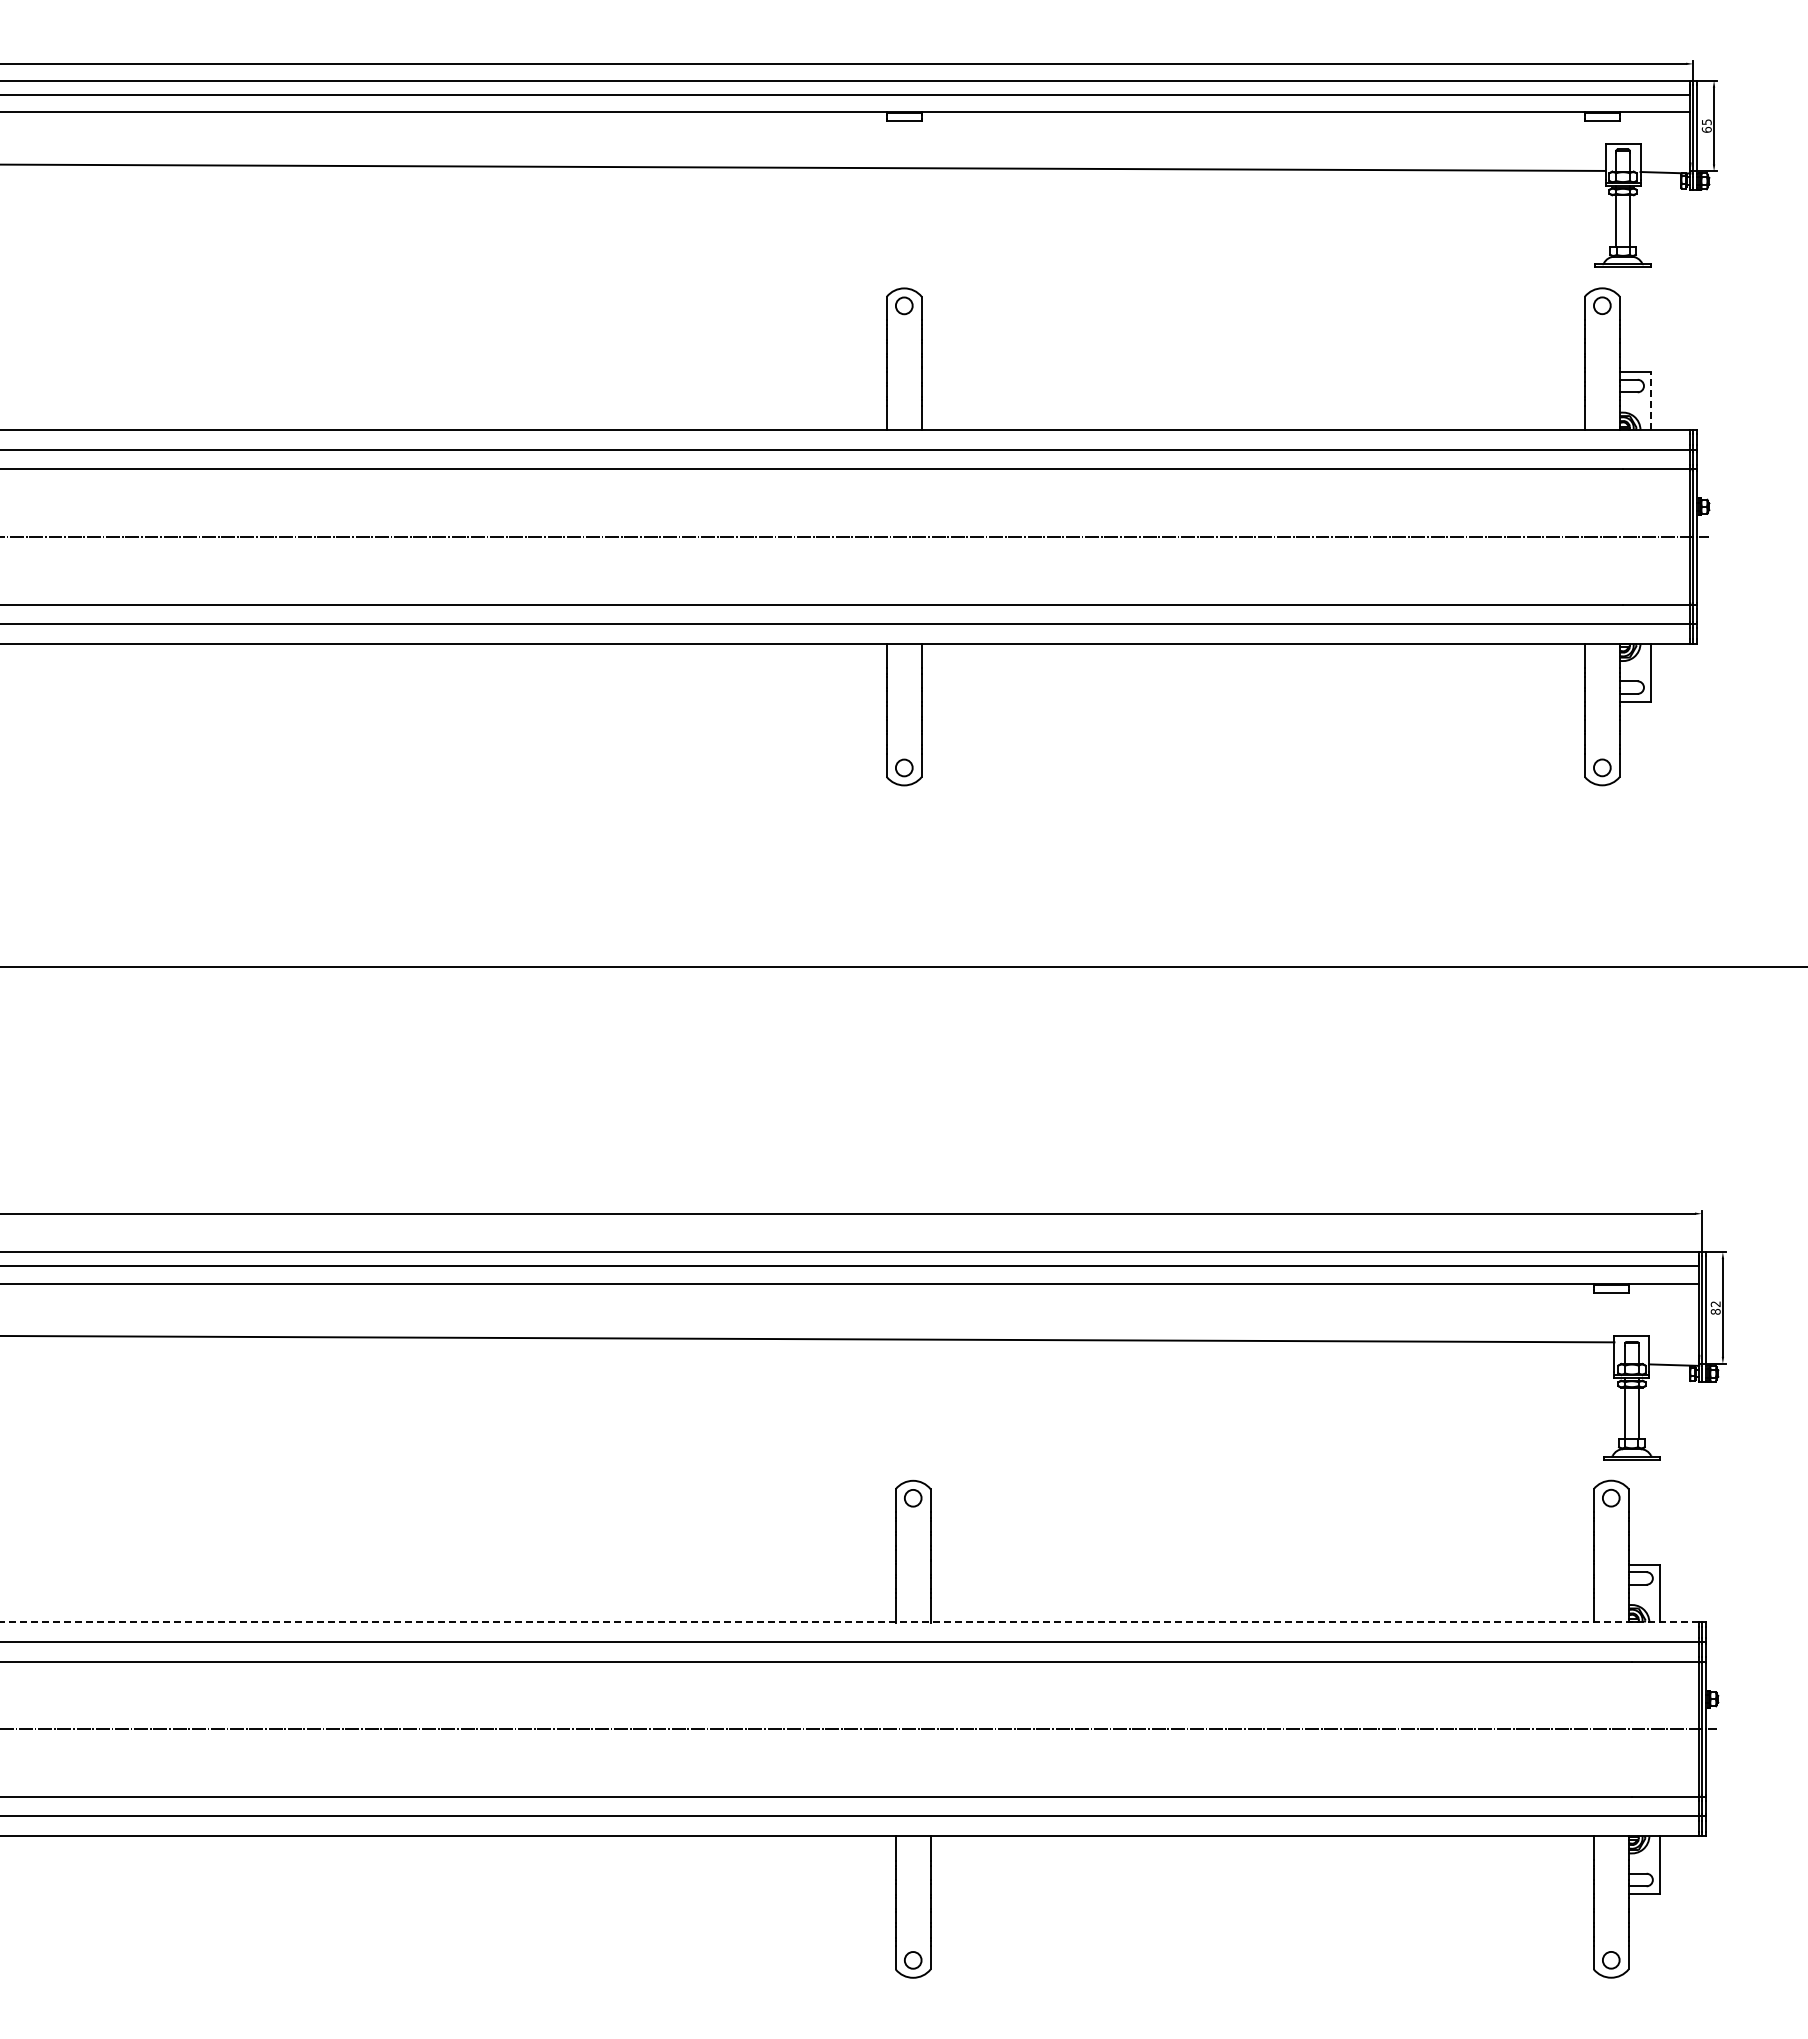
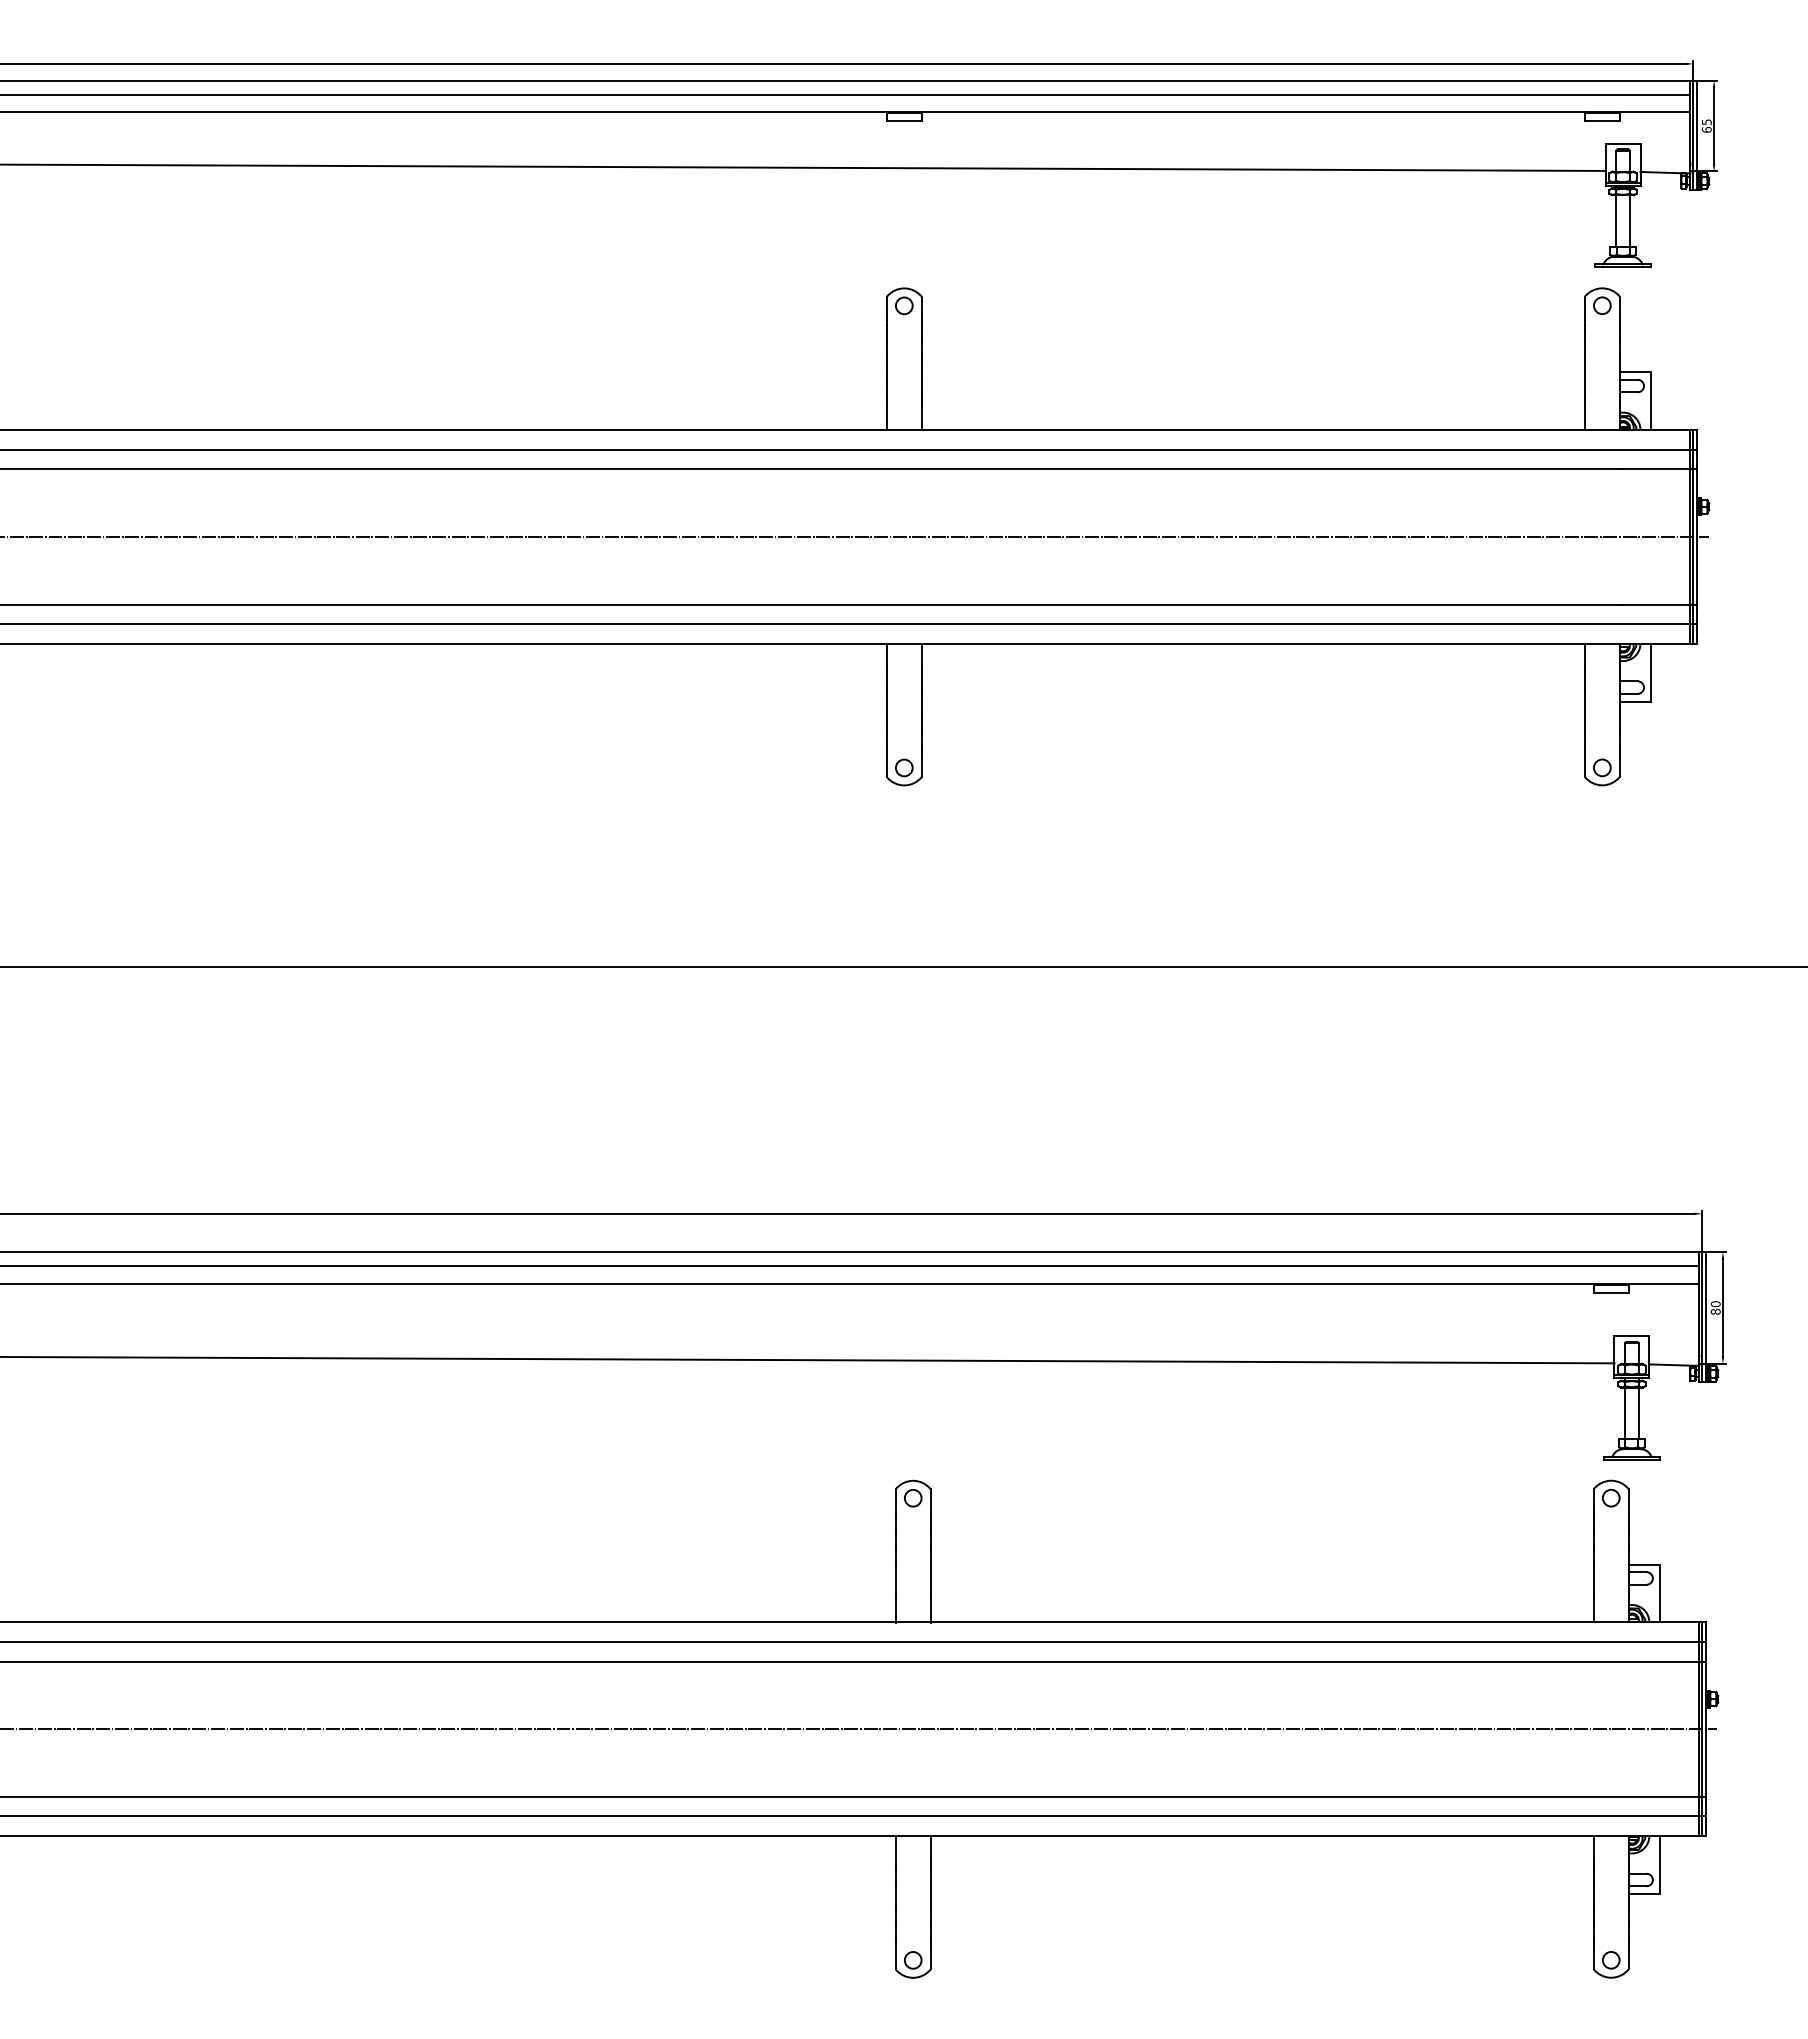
line at (1650, 401): dashed -> solid
text at (1715, 1304): 82 -> 80
line at (808, 1338) position: (808, 1338) -> (808, 1359)
line at (849, 1622): dashed -> solid
